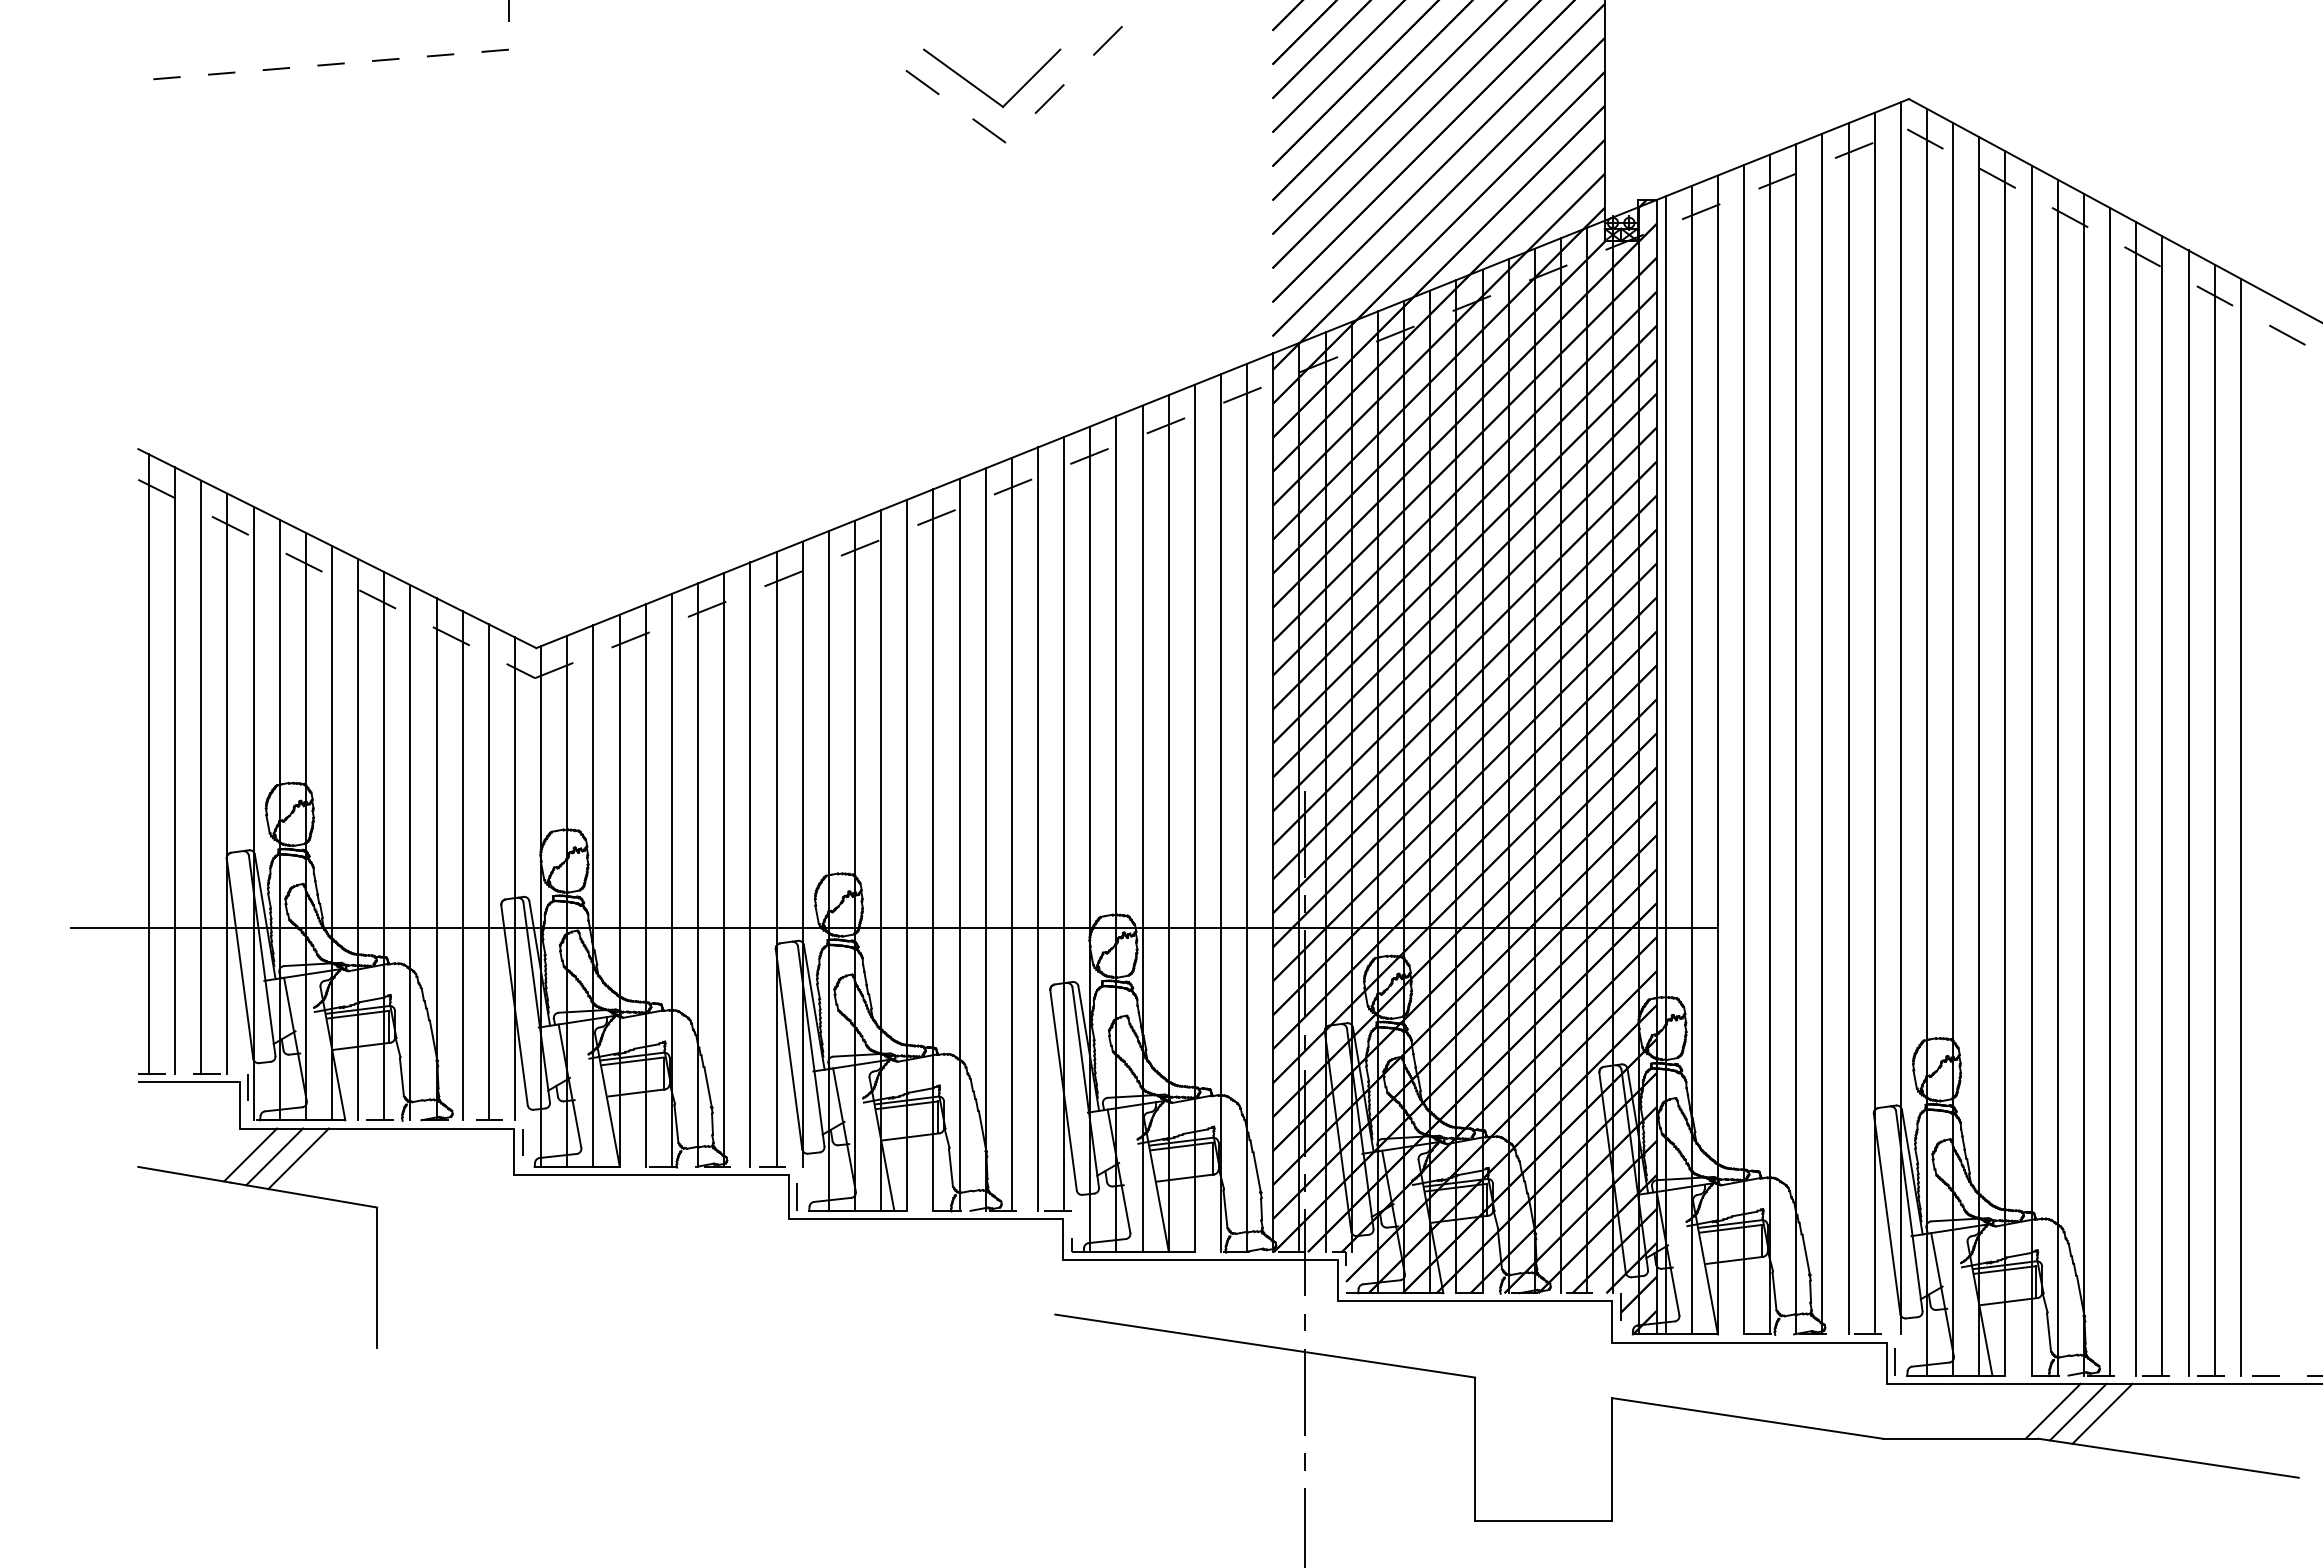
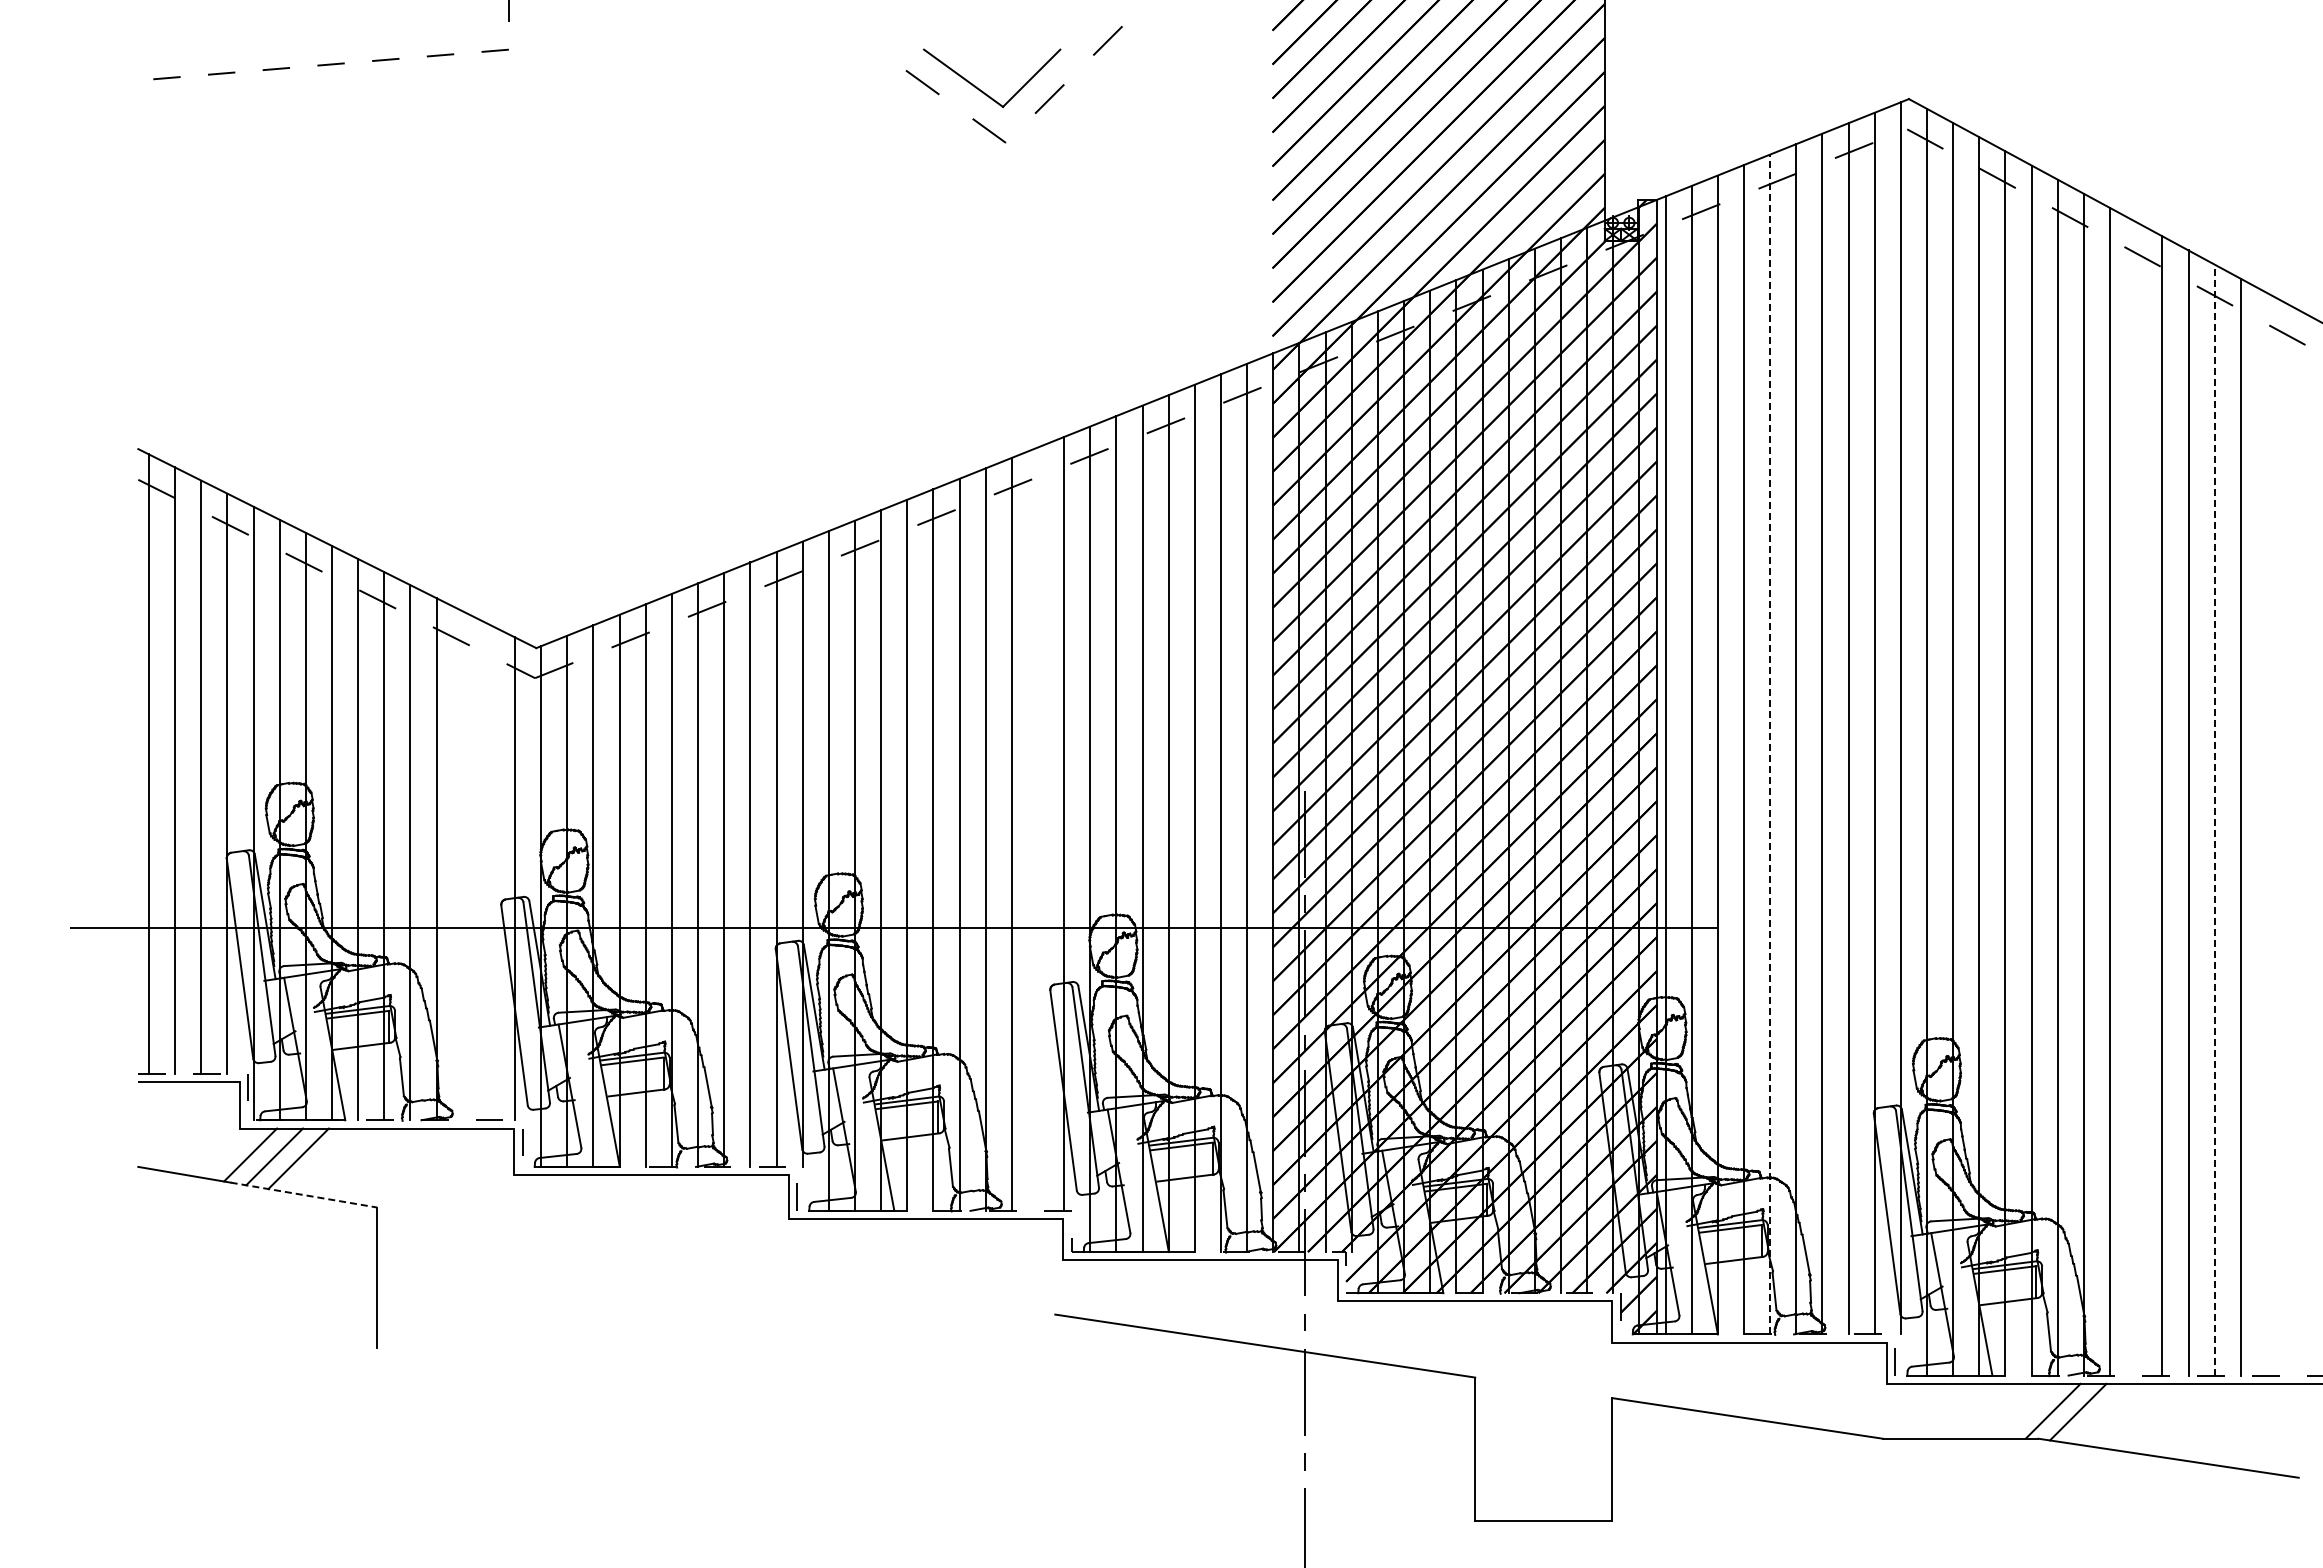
line at (1770, 744): solid -> dashed
line at (2136, 798): present -> none
line at (2214, 819): solid -> dashed
line at (1038, 828): present -> none
line at (462, 865): present -> none
line at (488, 872): present -> none
line at (304, 1195): solid -> dashed
line at (2102, 1413): present -> none
